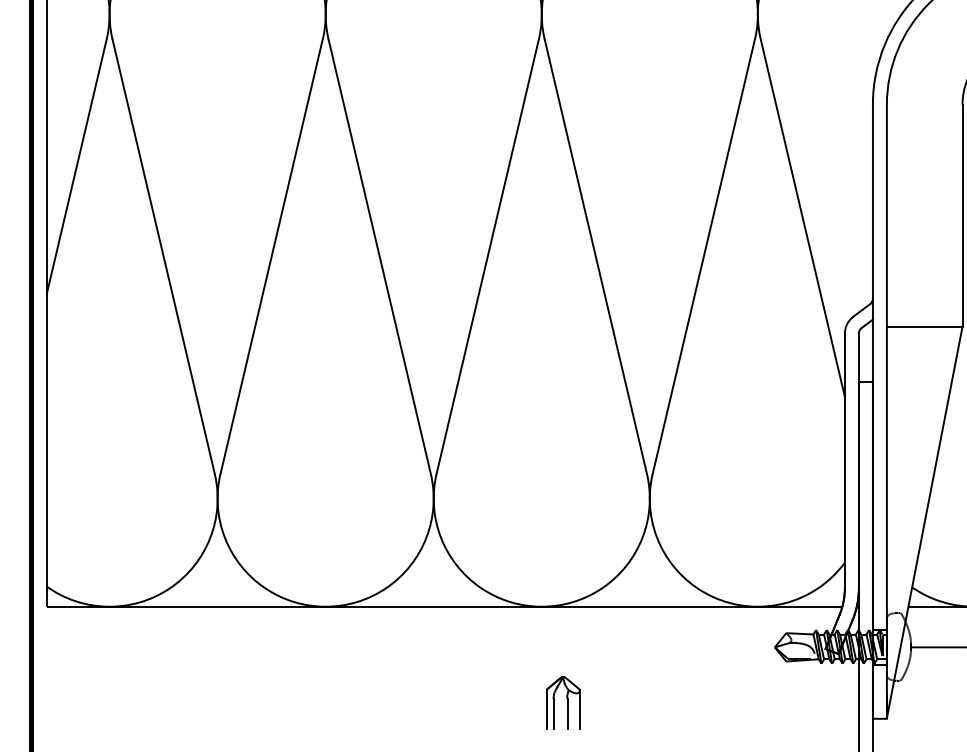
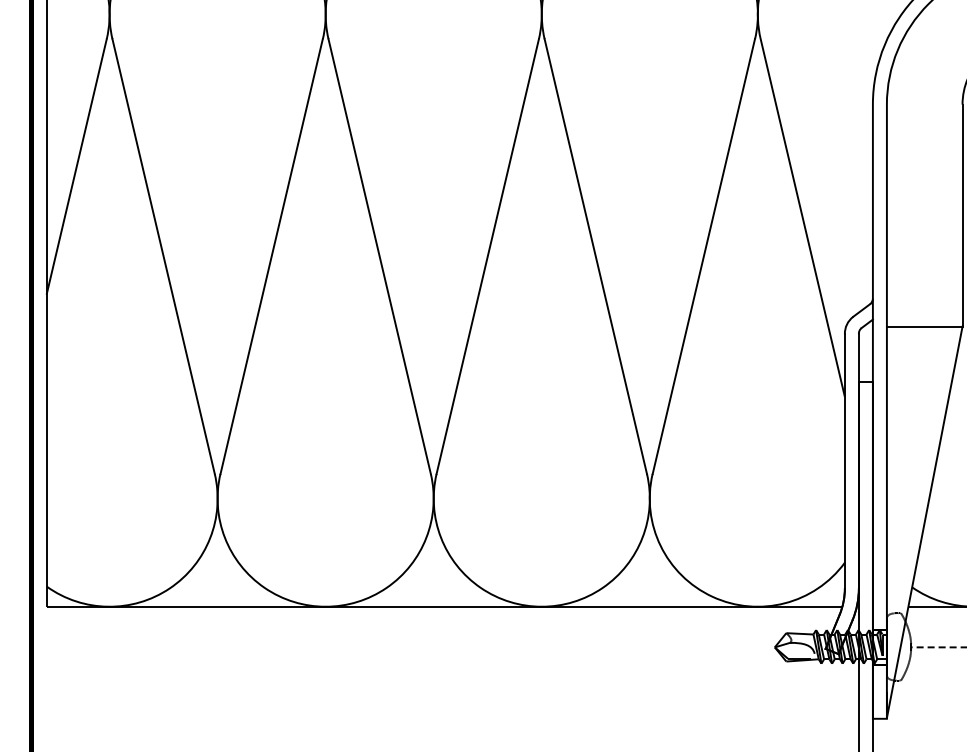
line at (938, 647): solid -> dashed
part at (563, 702): present -> none
